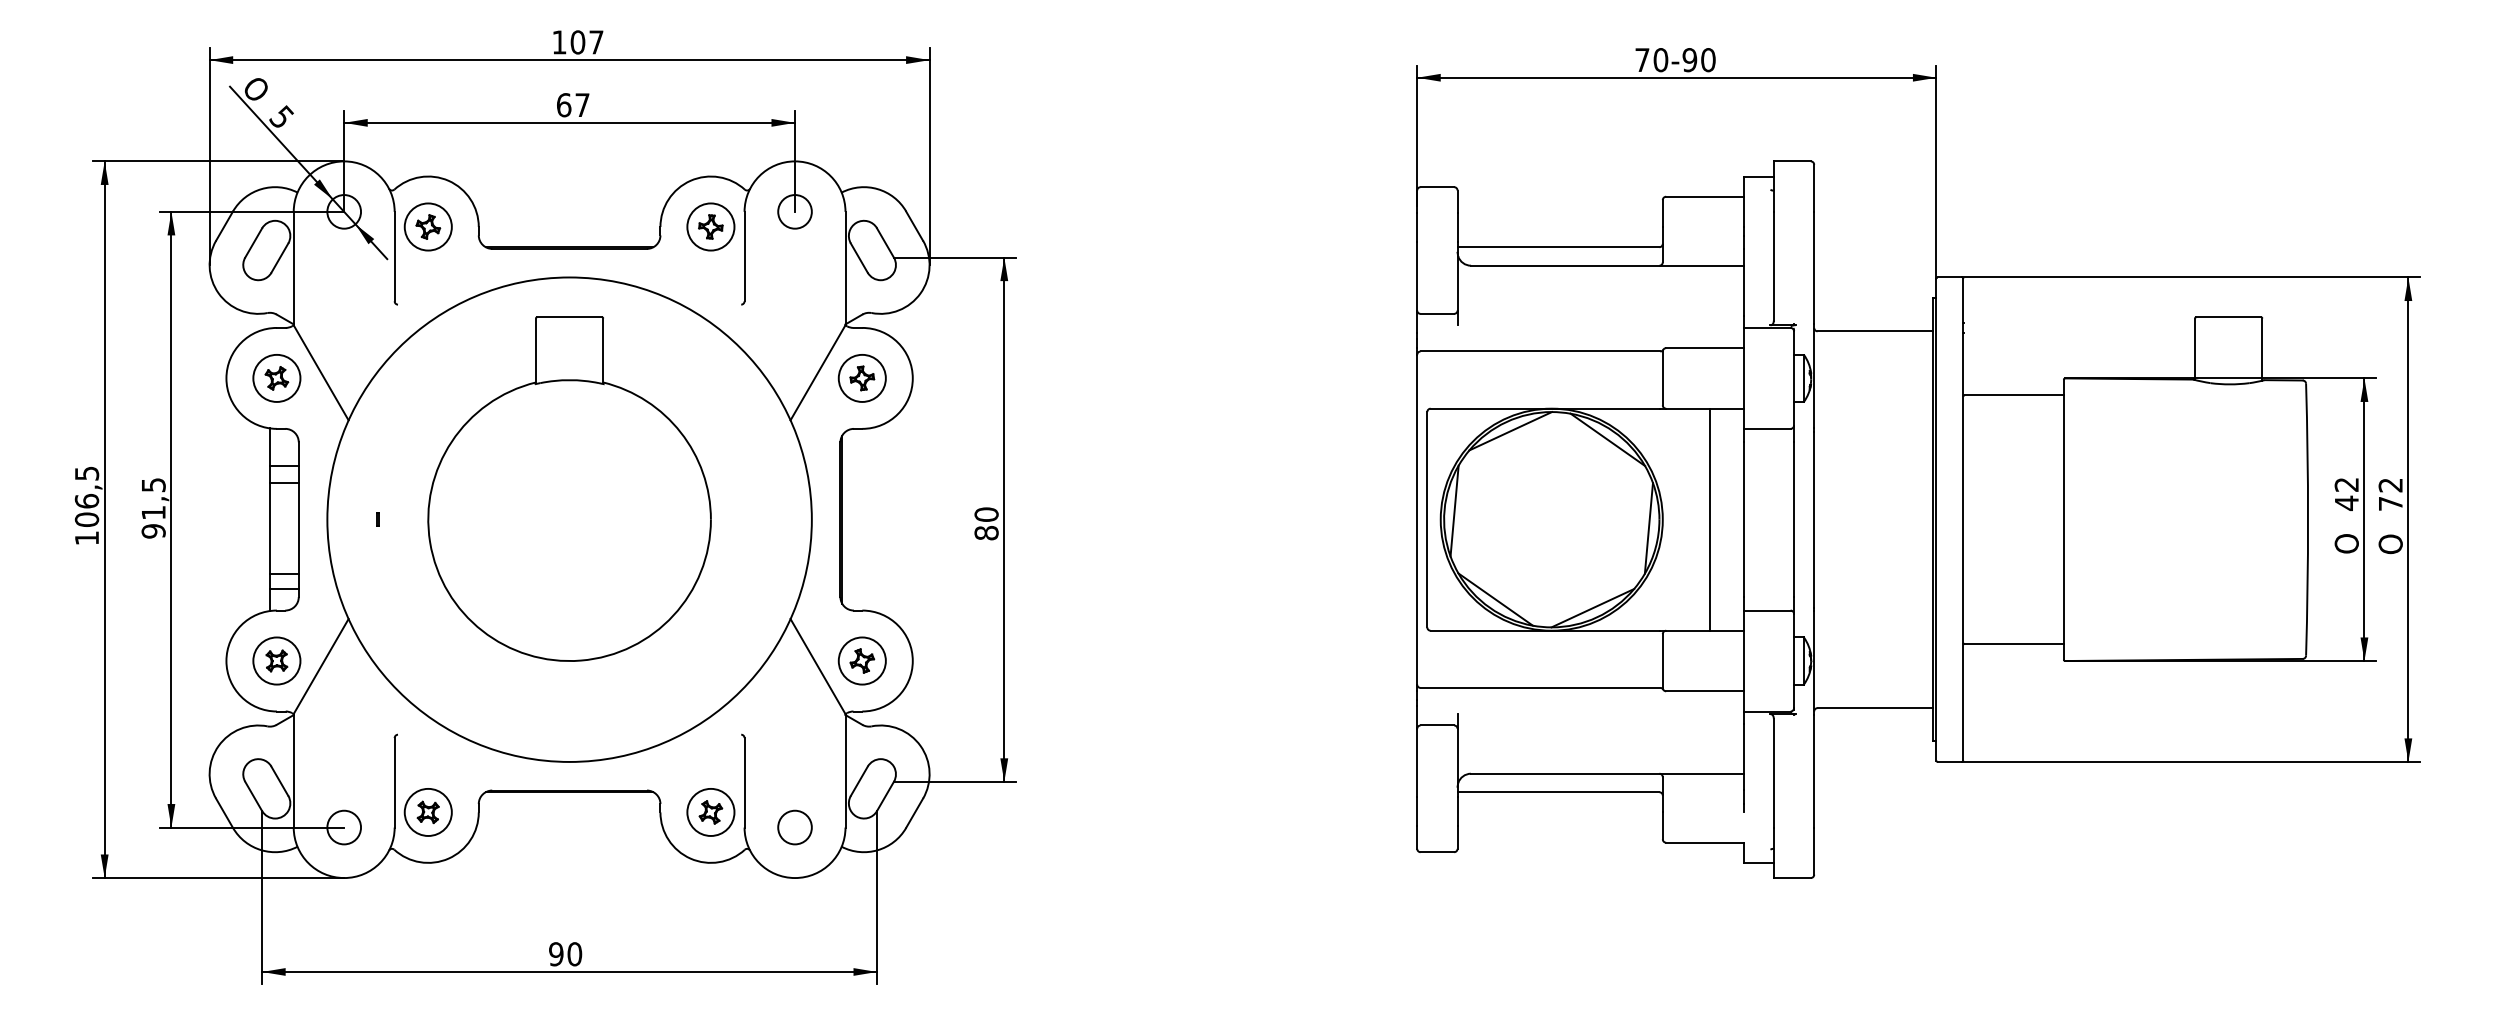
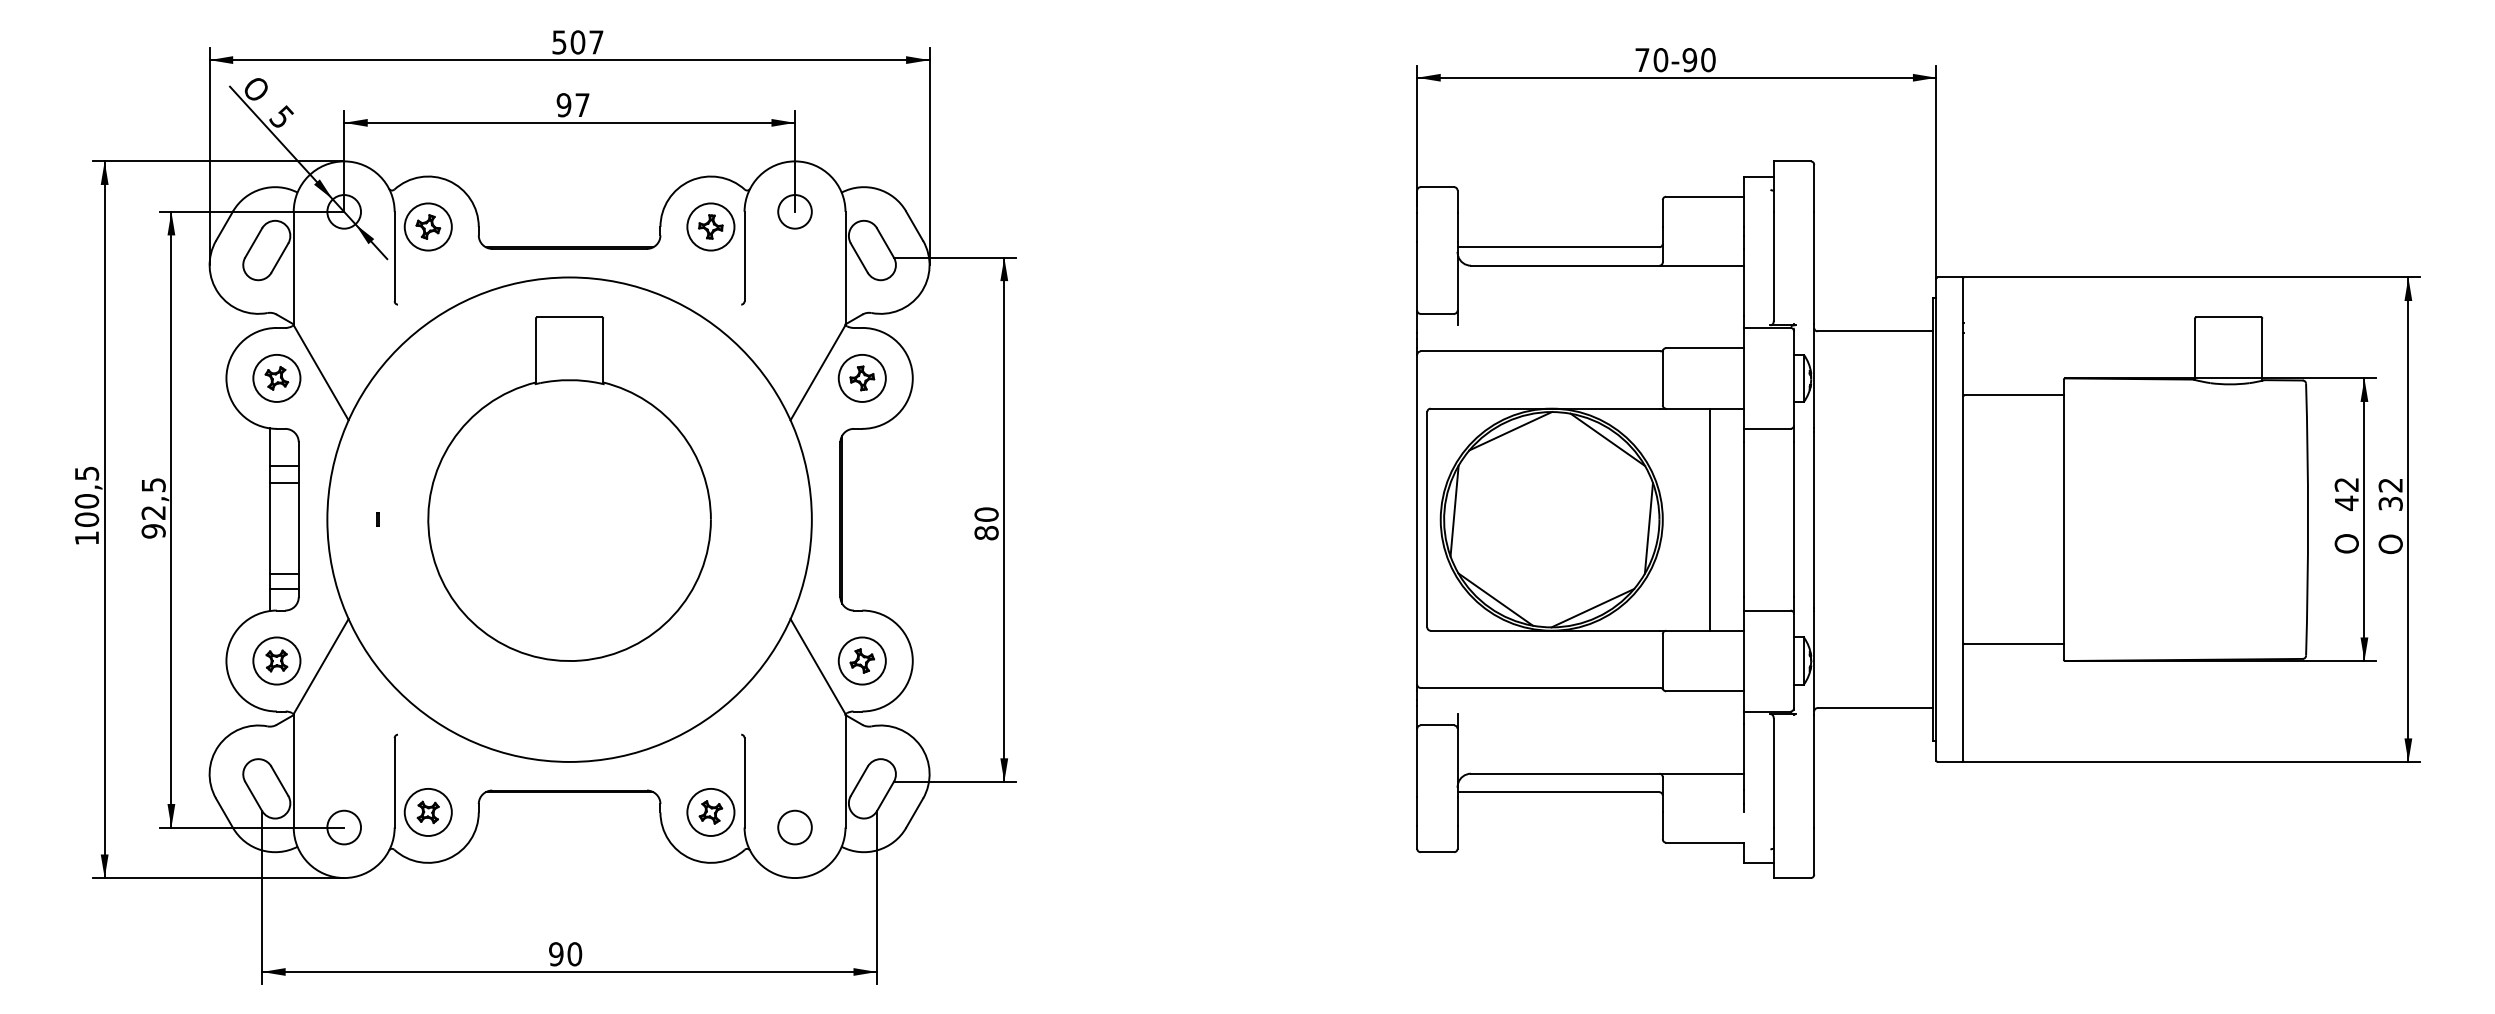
text at (559, 42): 107 -> 507
text at (563, 105): 67 -> 97
text at (86, 500): 106,5 -> 100,5
text at (2390, 503): 72 -> 32
text at (153, 512): 91,5 -> 92,5
